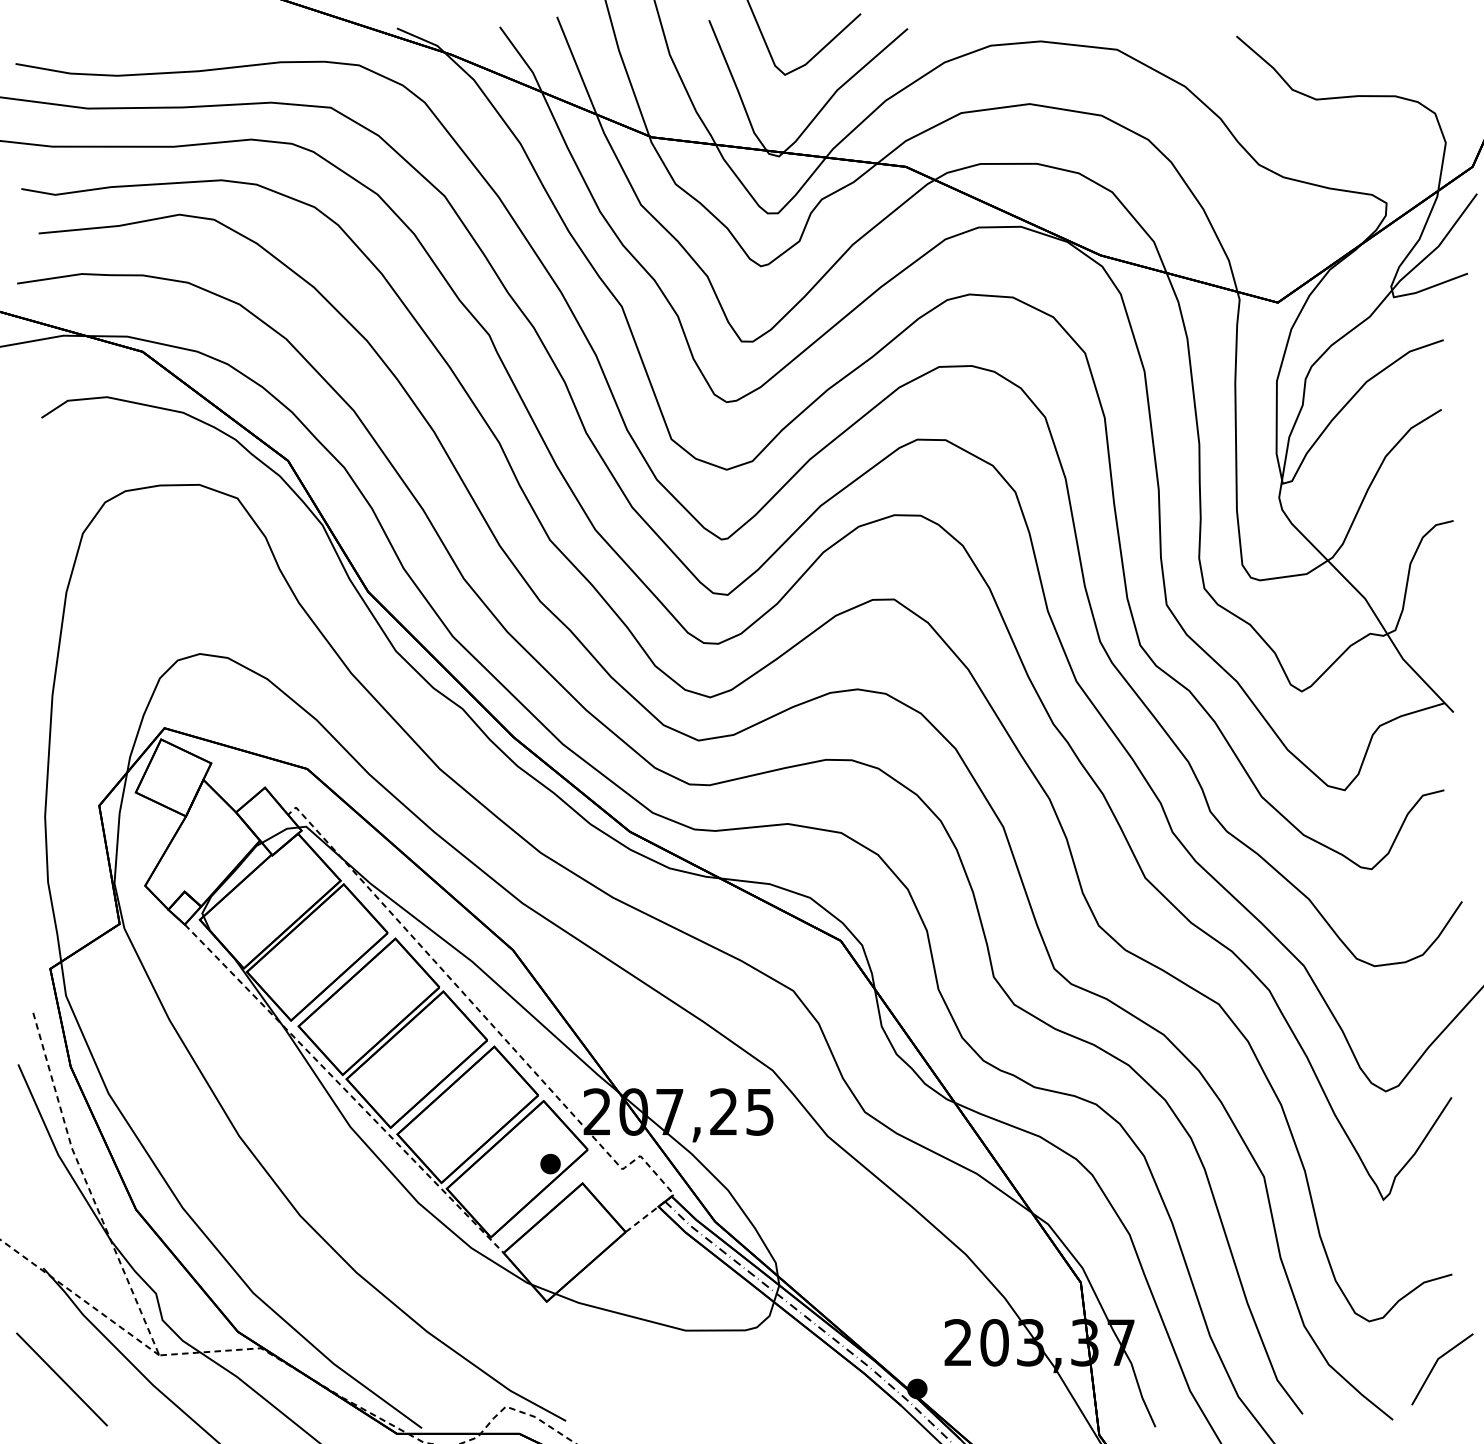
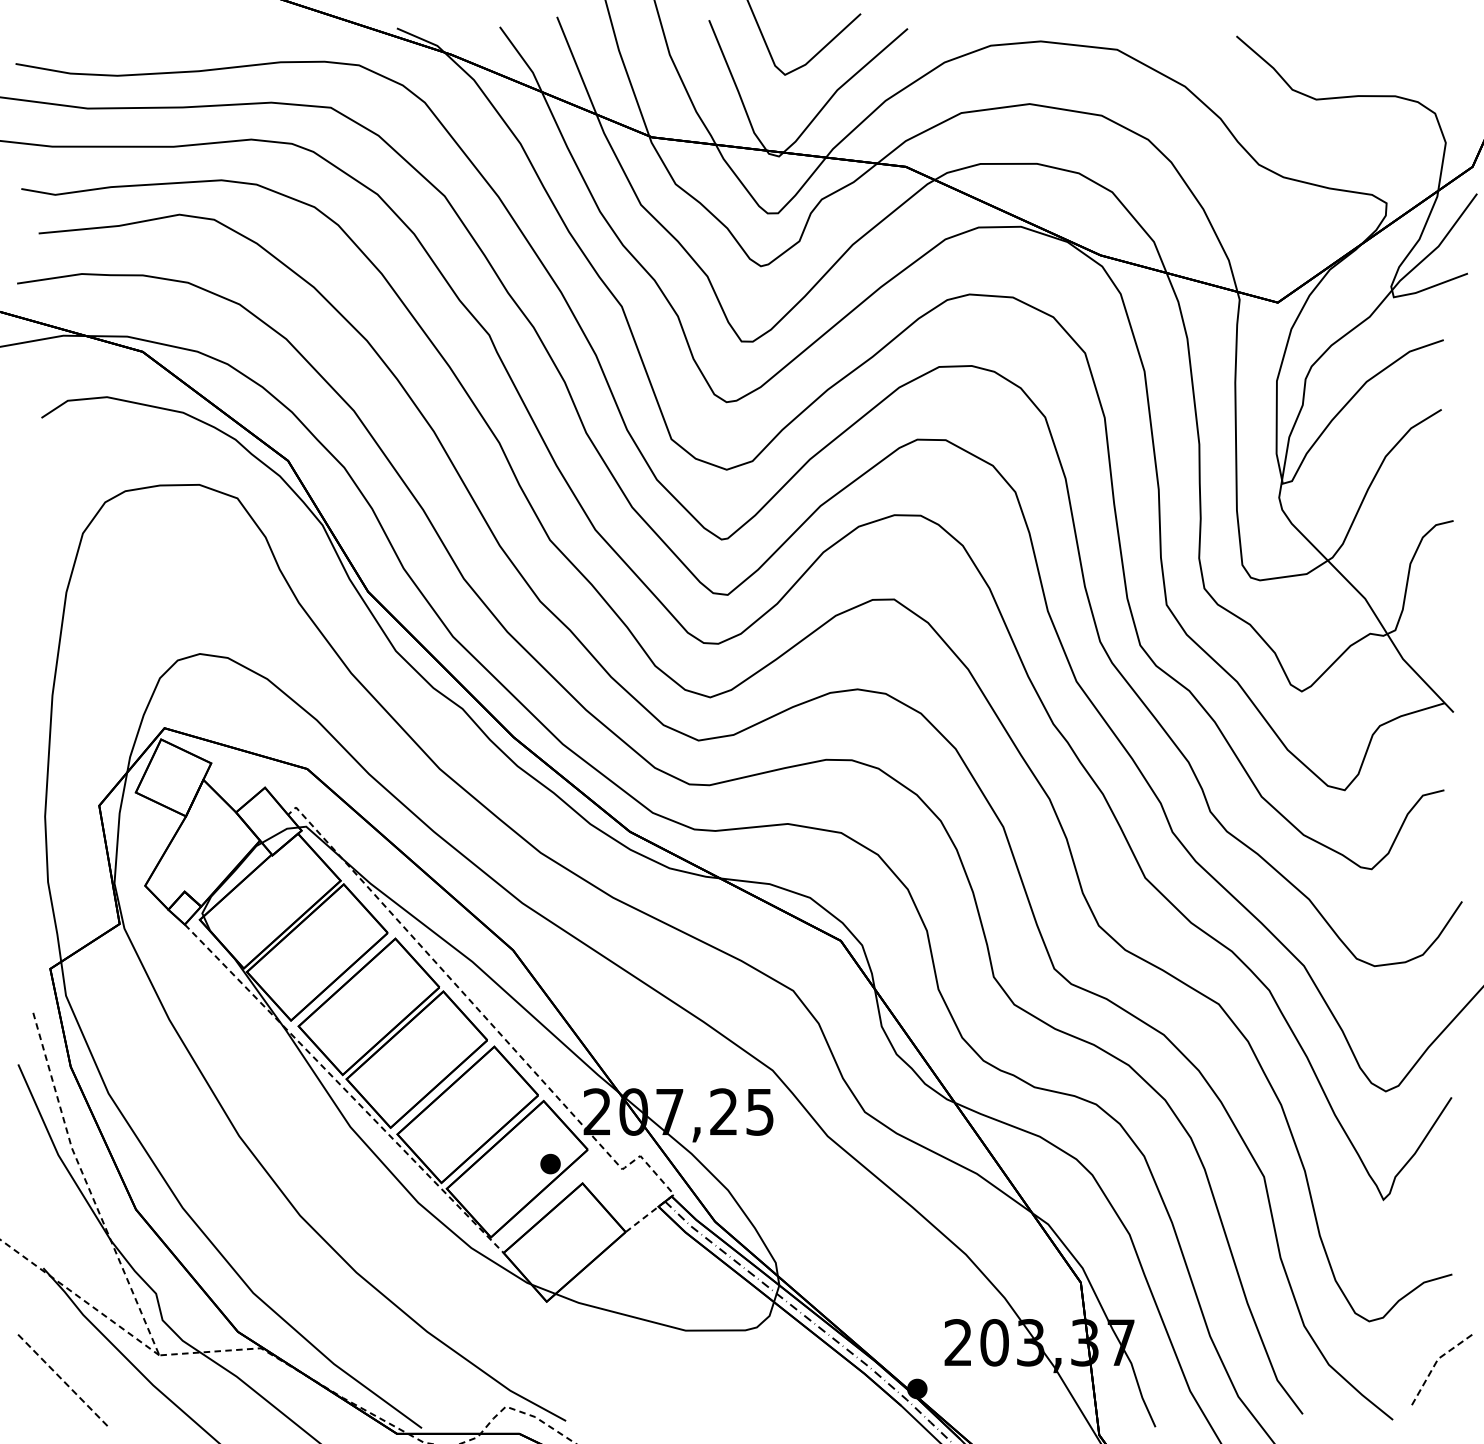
line at (1436, 1362): solid -> dashed
line at (61, 1379): solid -> dashed
